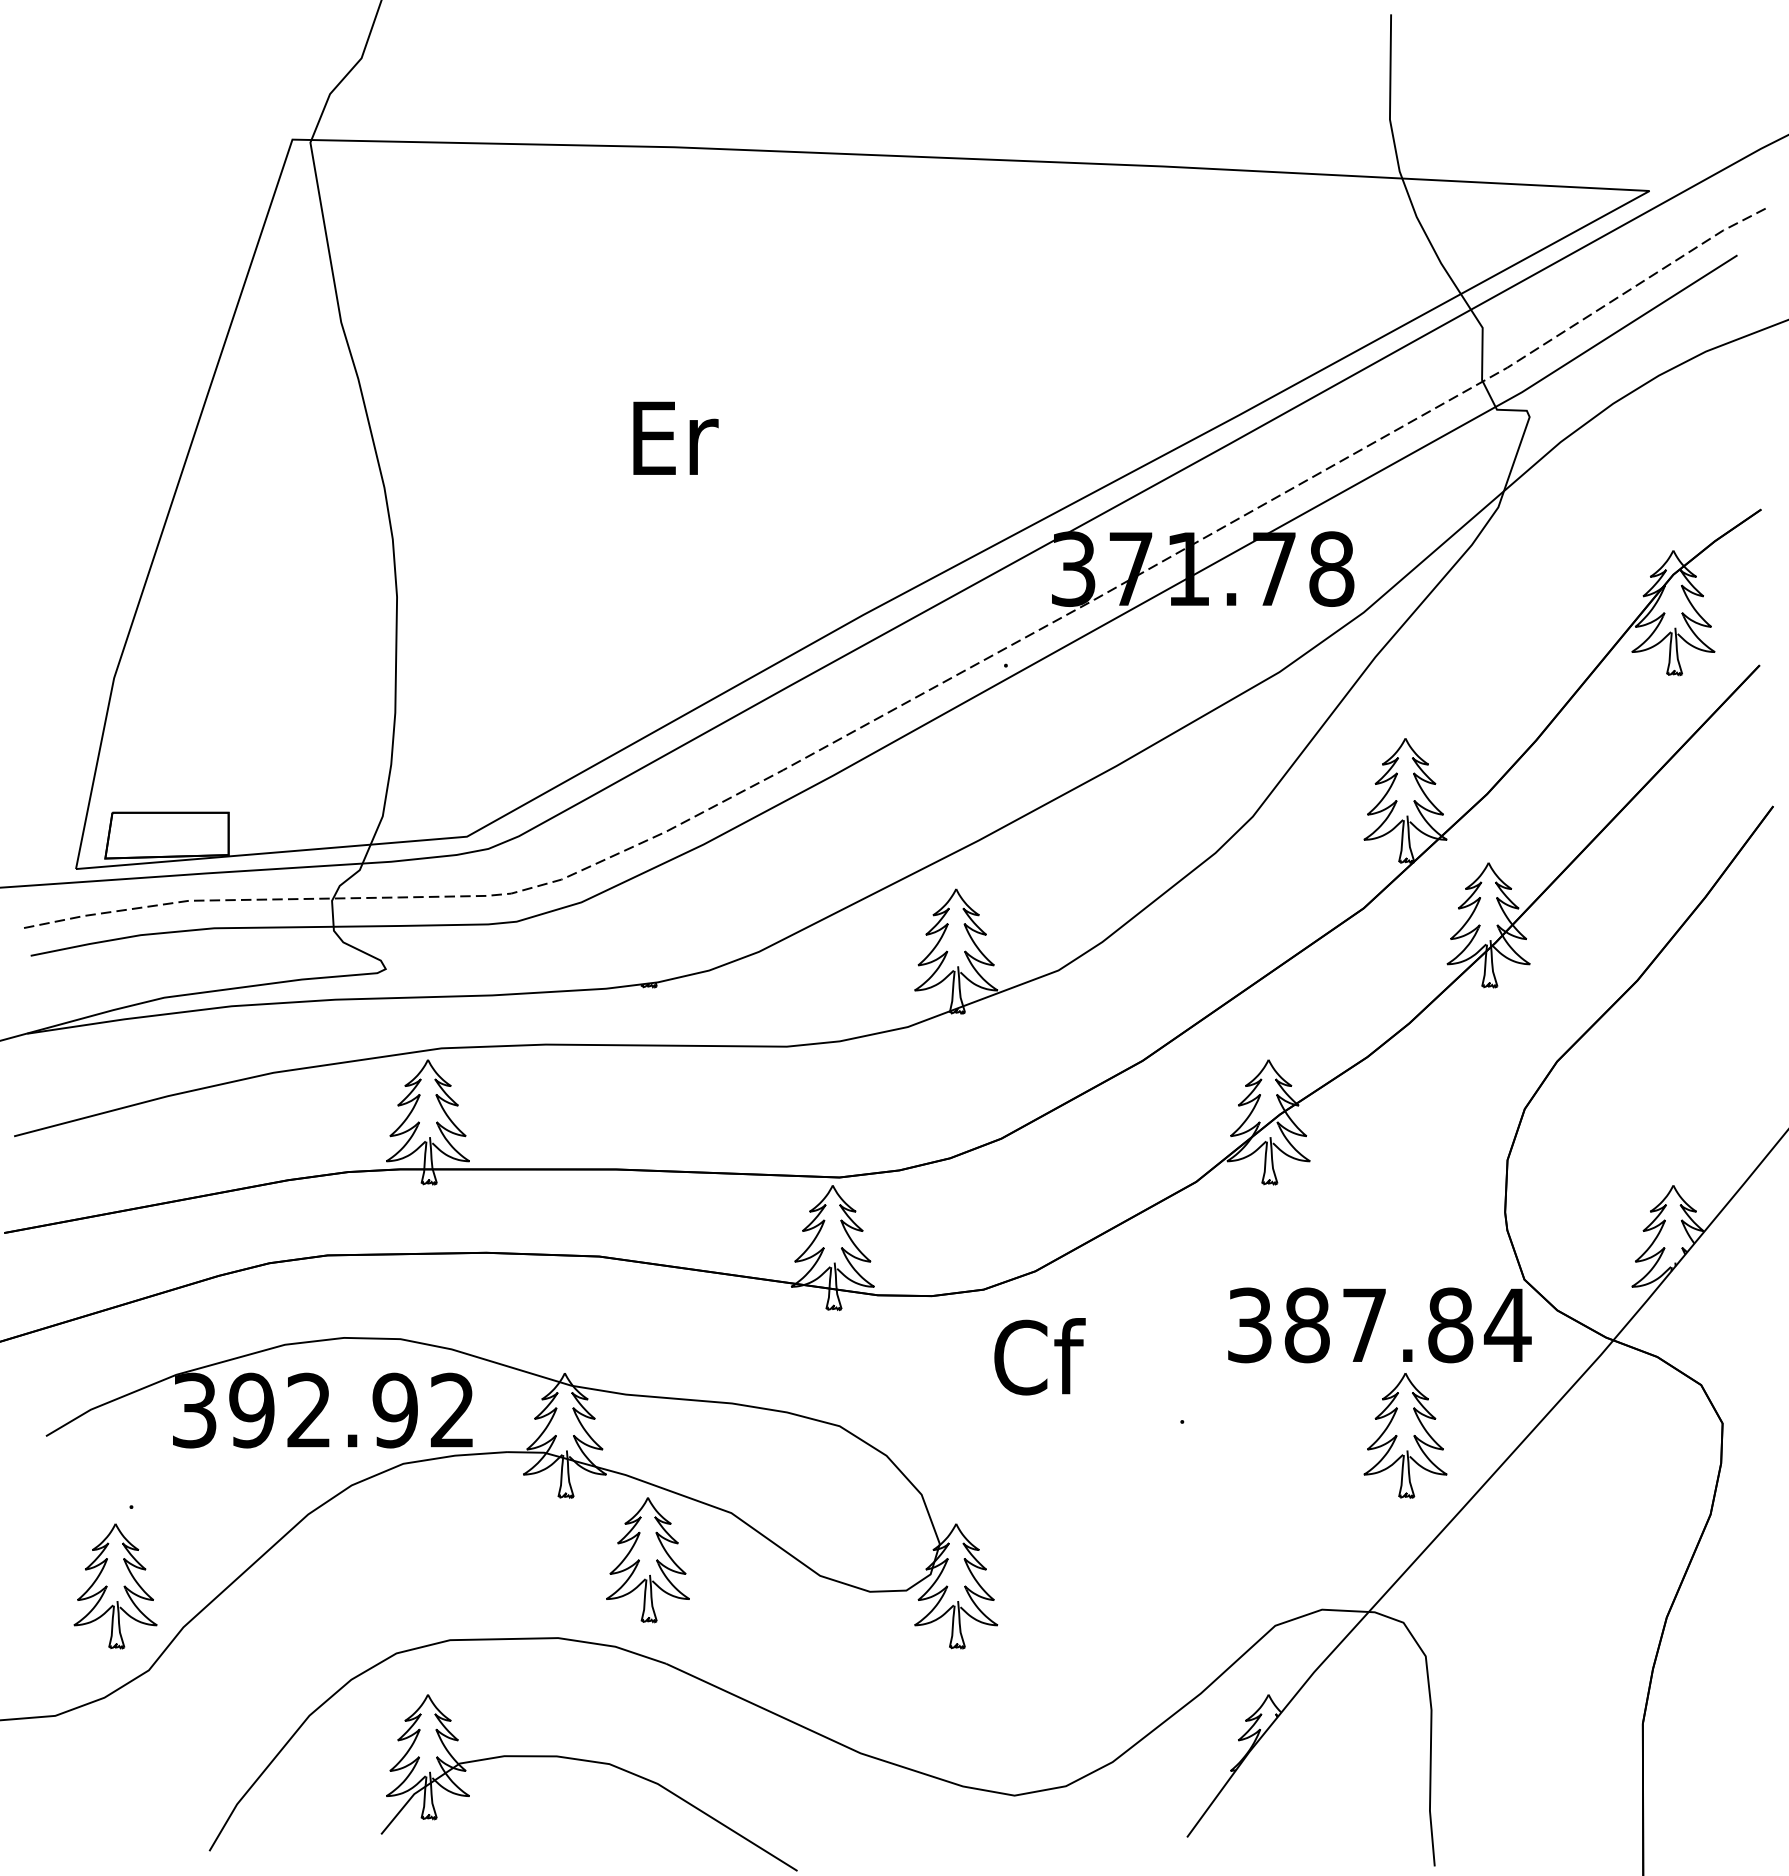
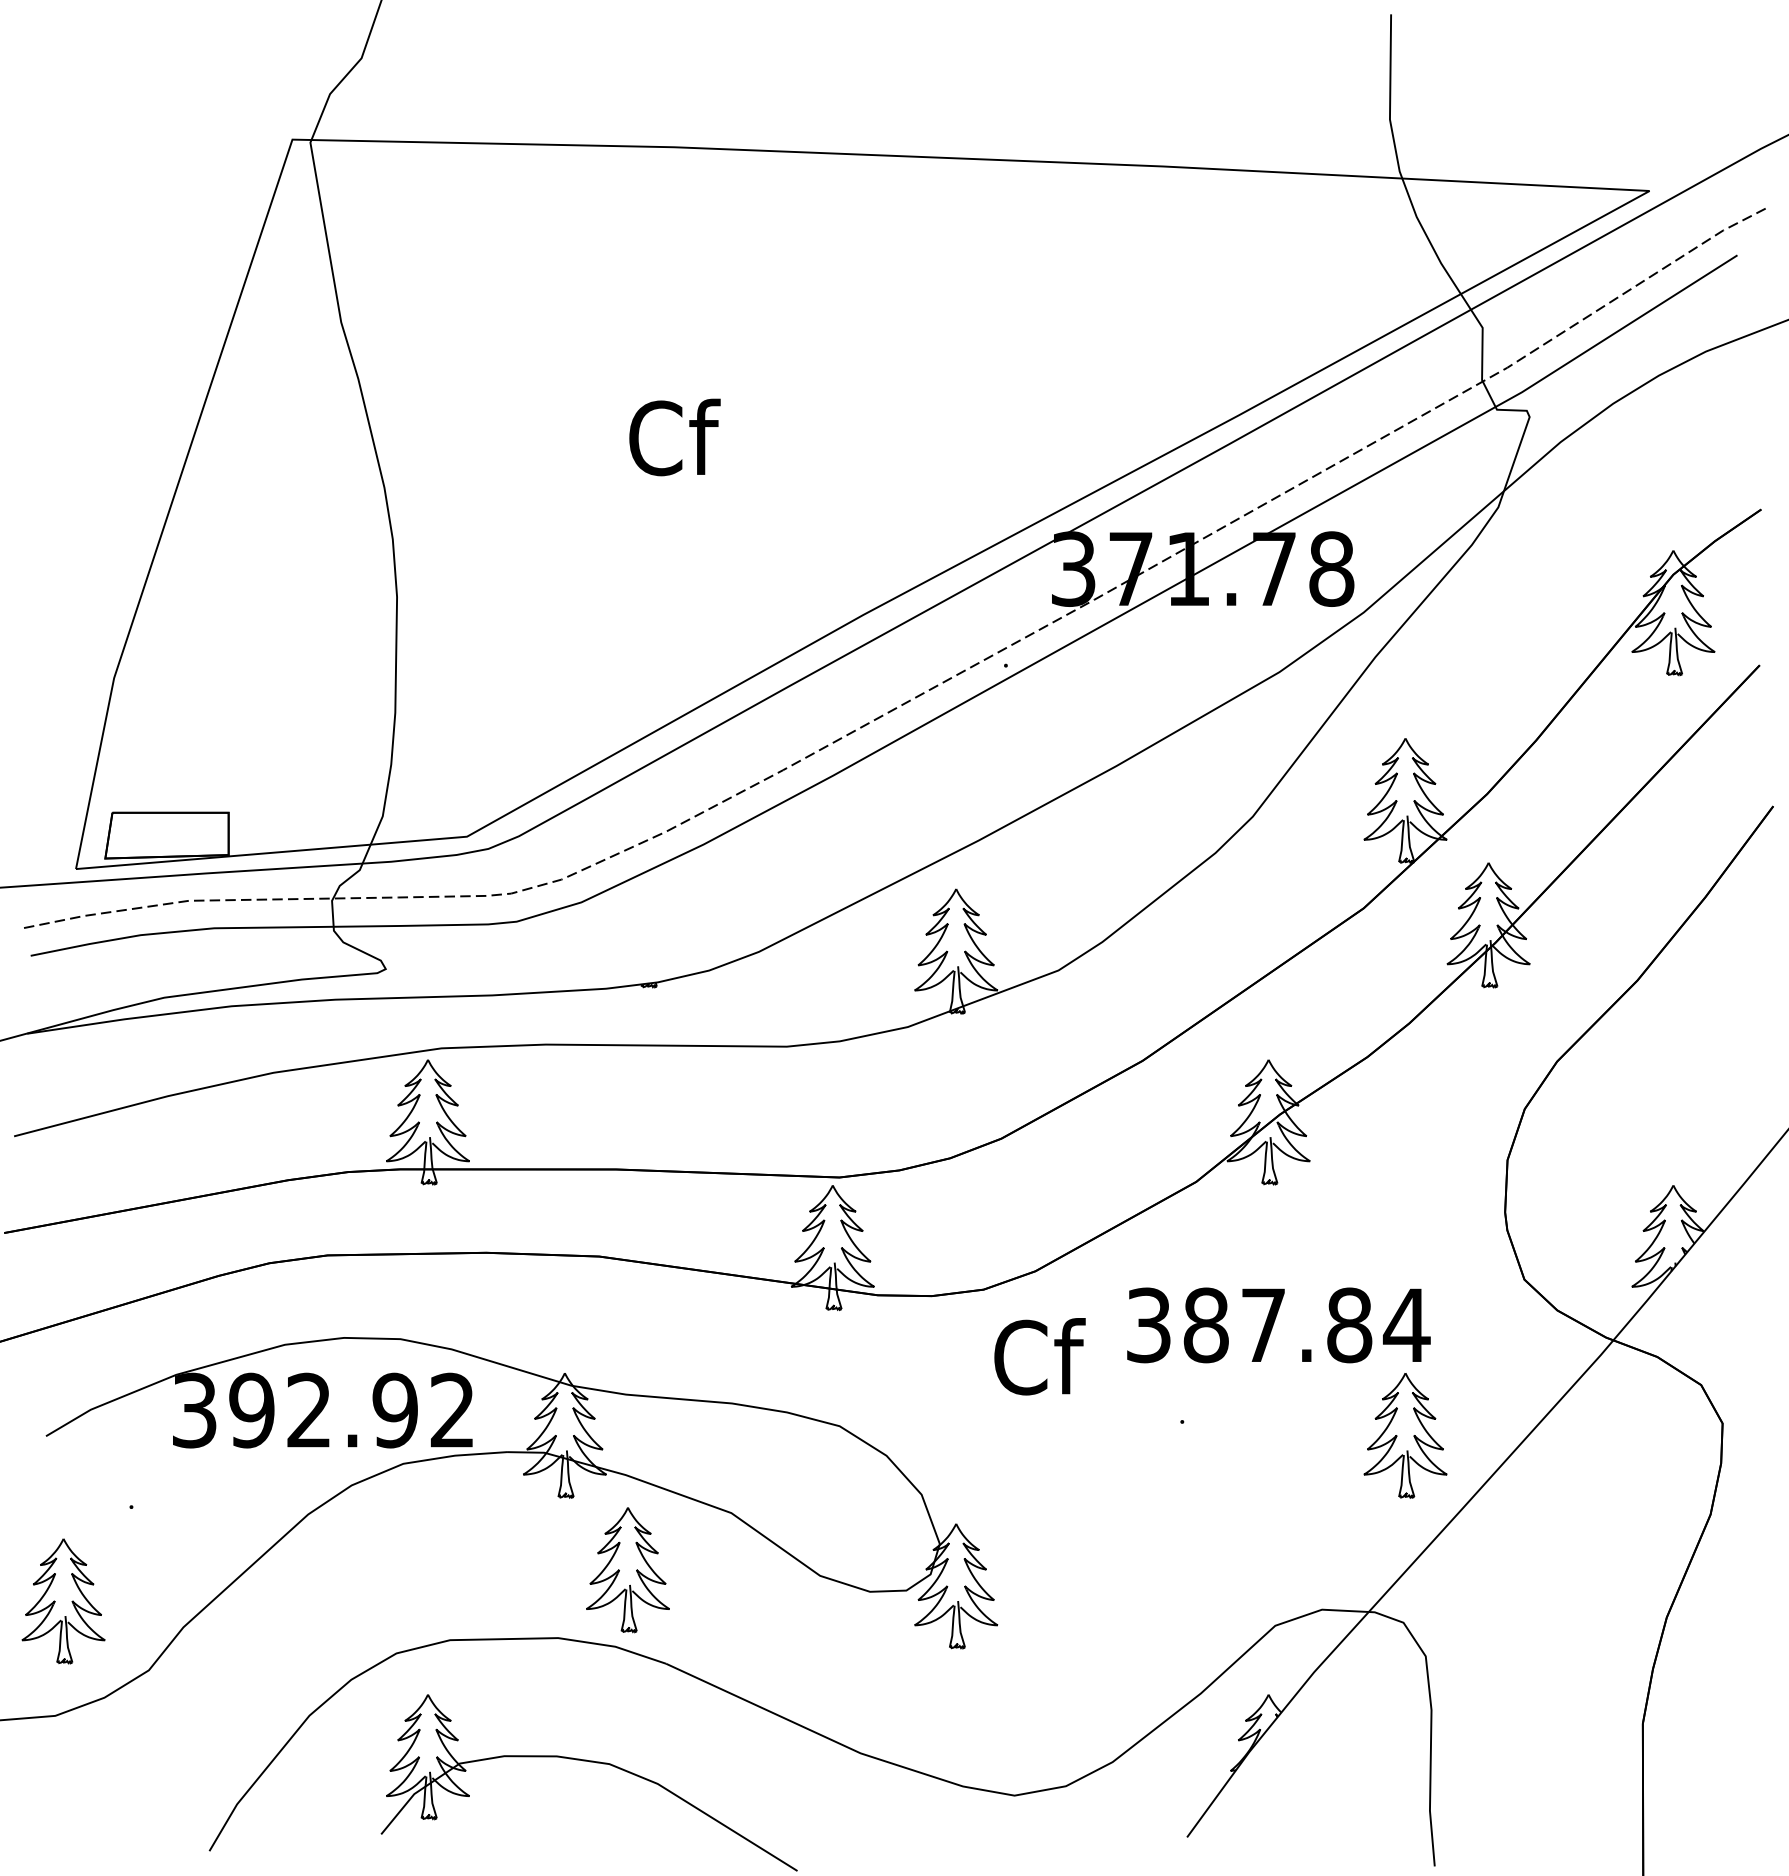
text at (674, 437): Er -> Cf
text at (1379, 1325) position: (1379, 1325) -> (1278, 1325)
part at (647, 1560) position: (647, 1560) -> (627, 1570)
part at (115, 1586) position: (115, 1586) -> (63, 1601)
